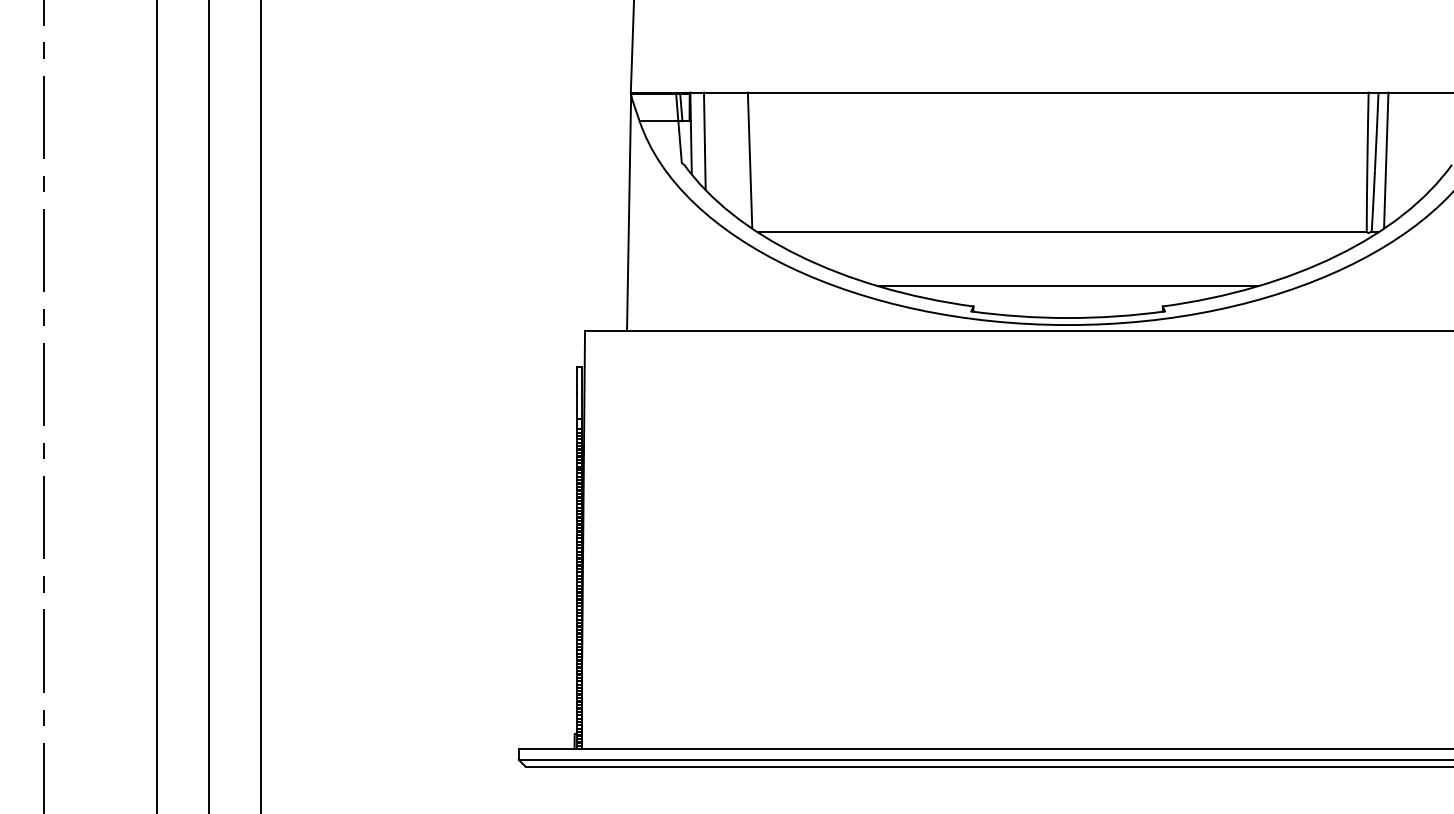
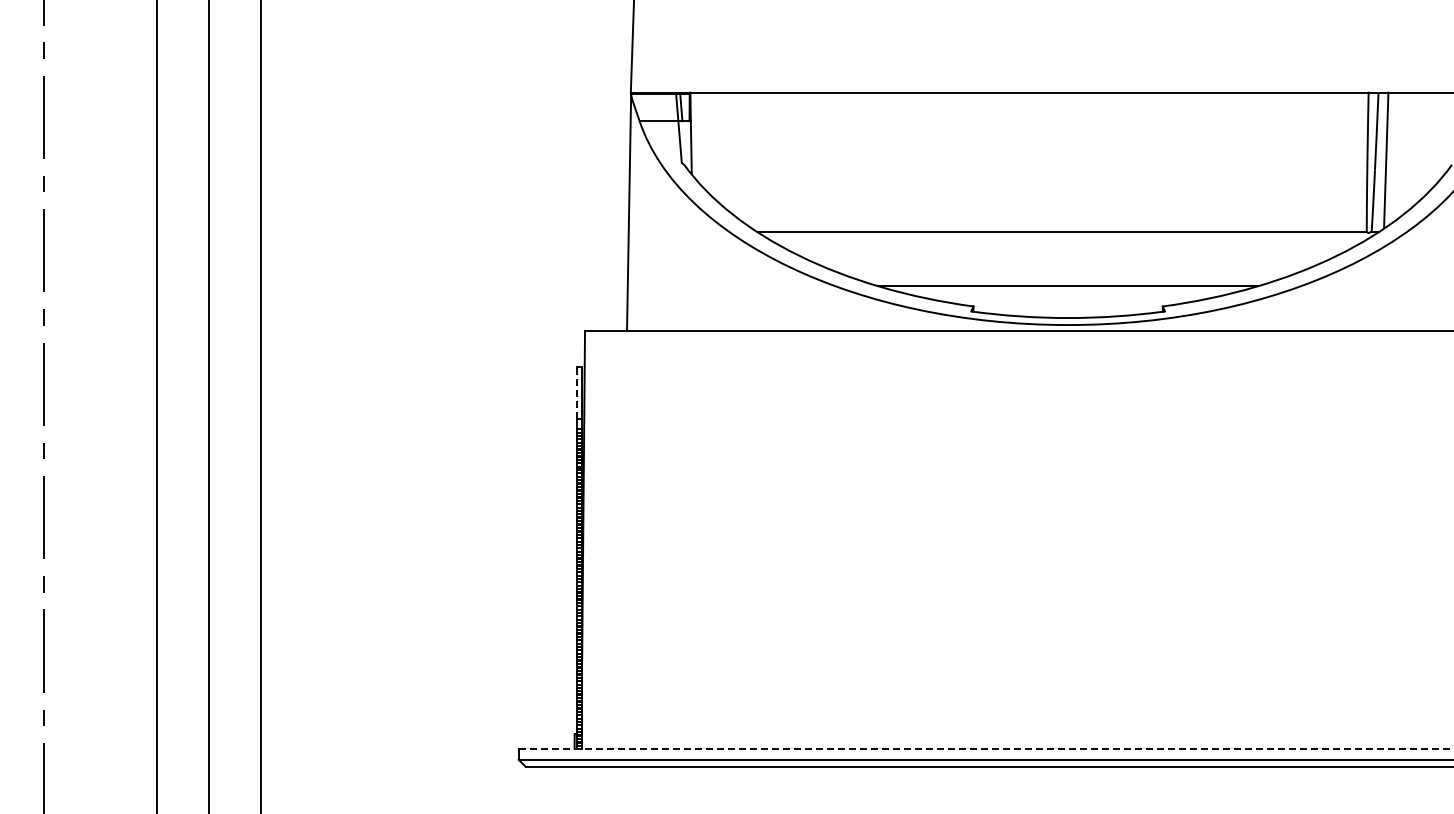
line at (704, 140): present -> none
line at (749, 160): present -> none
line at (576, 393): solid -> dashed
line at (986, 748): solid -> dashed
